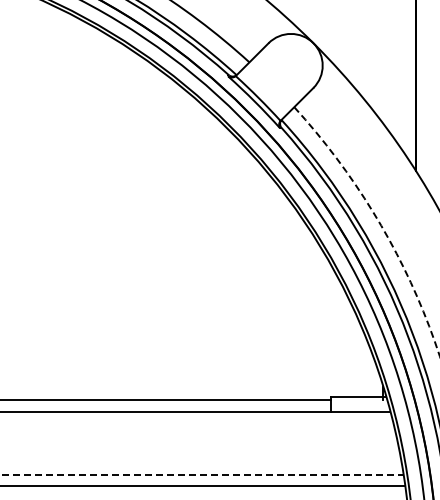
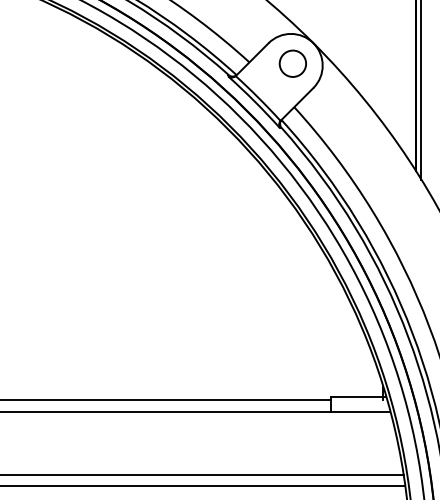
circle at (292, 63): none -> present
line at (421, 90): none -> present
arc at (379, 223): dashed -> solid
line at (202, 474): dashed -> solid
